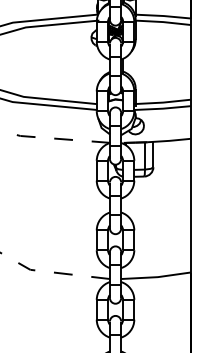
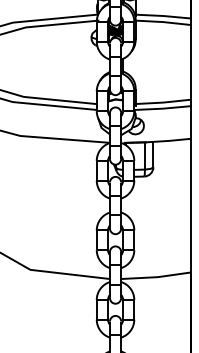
line at (54, 138): dashed -> solid
line at (52, 272): dashed -> solid
